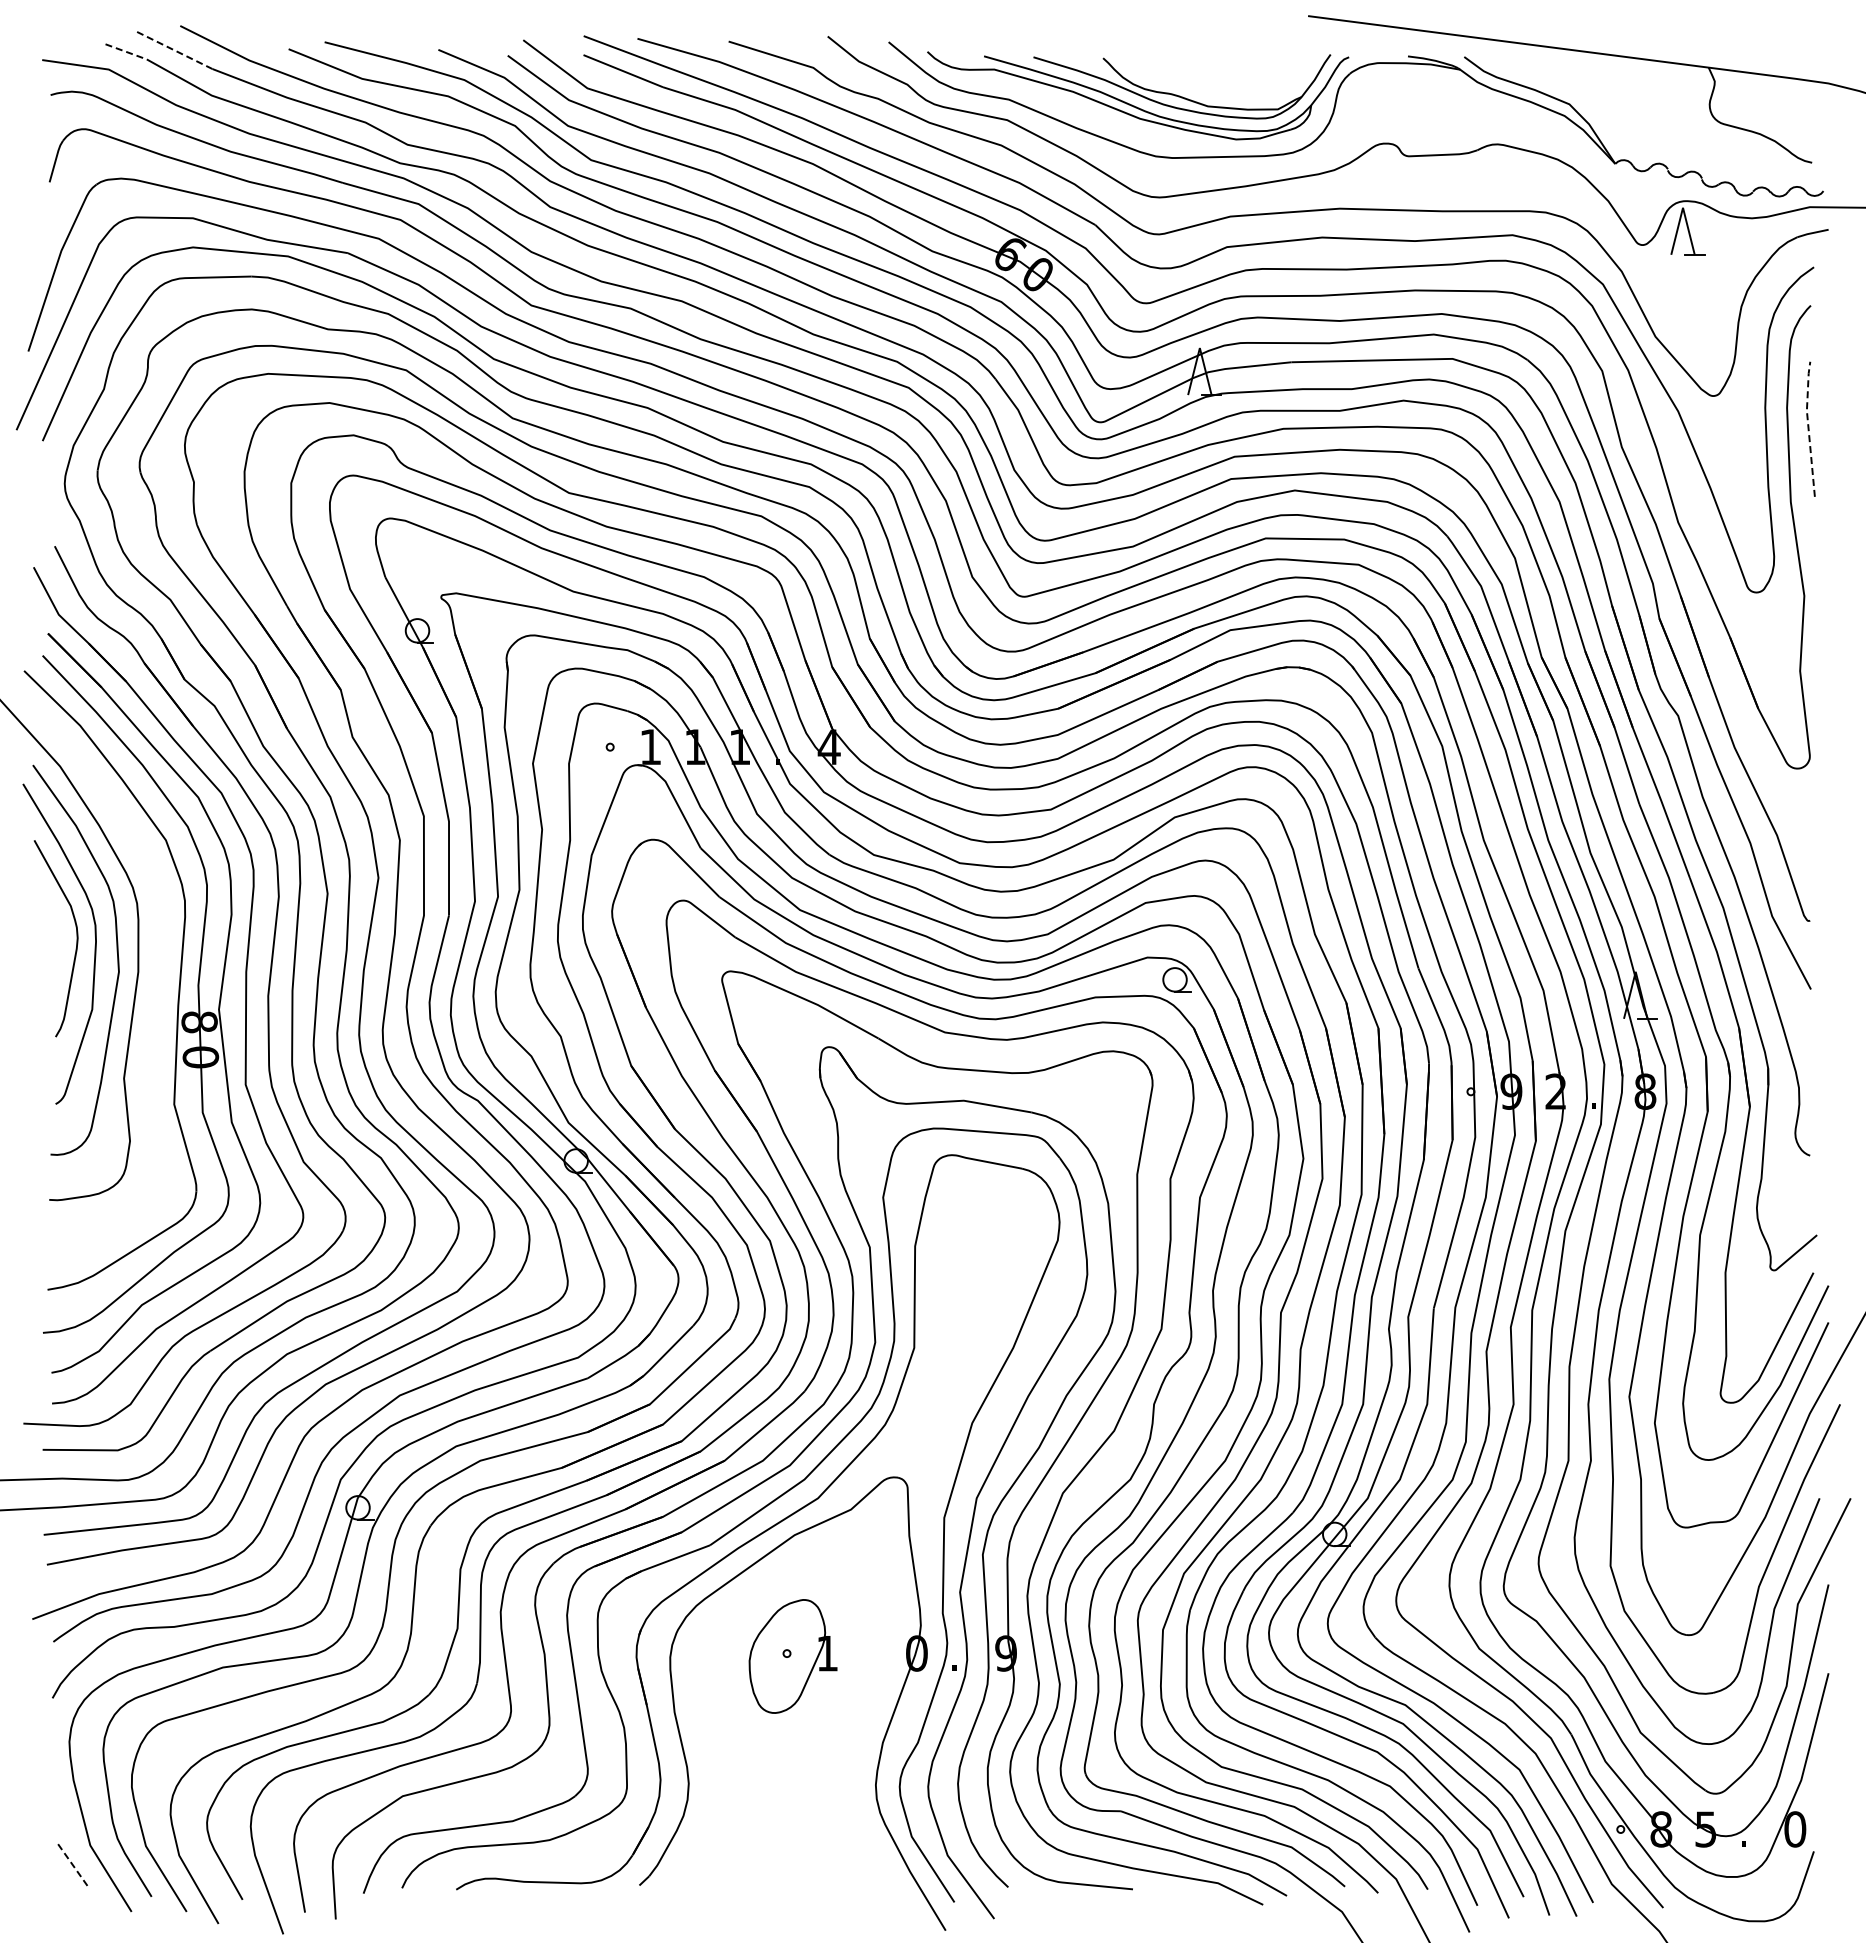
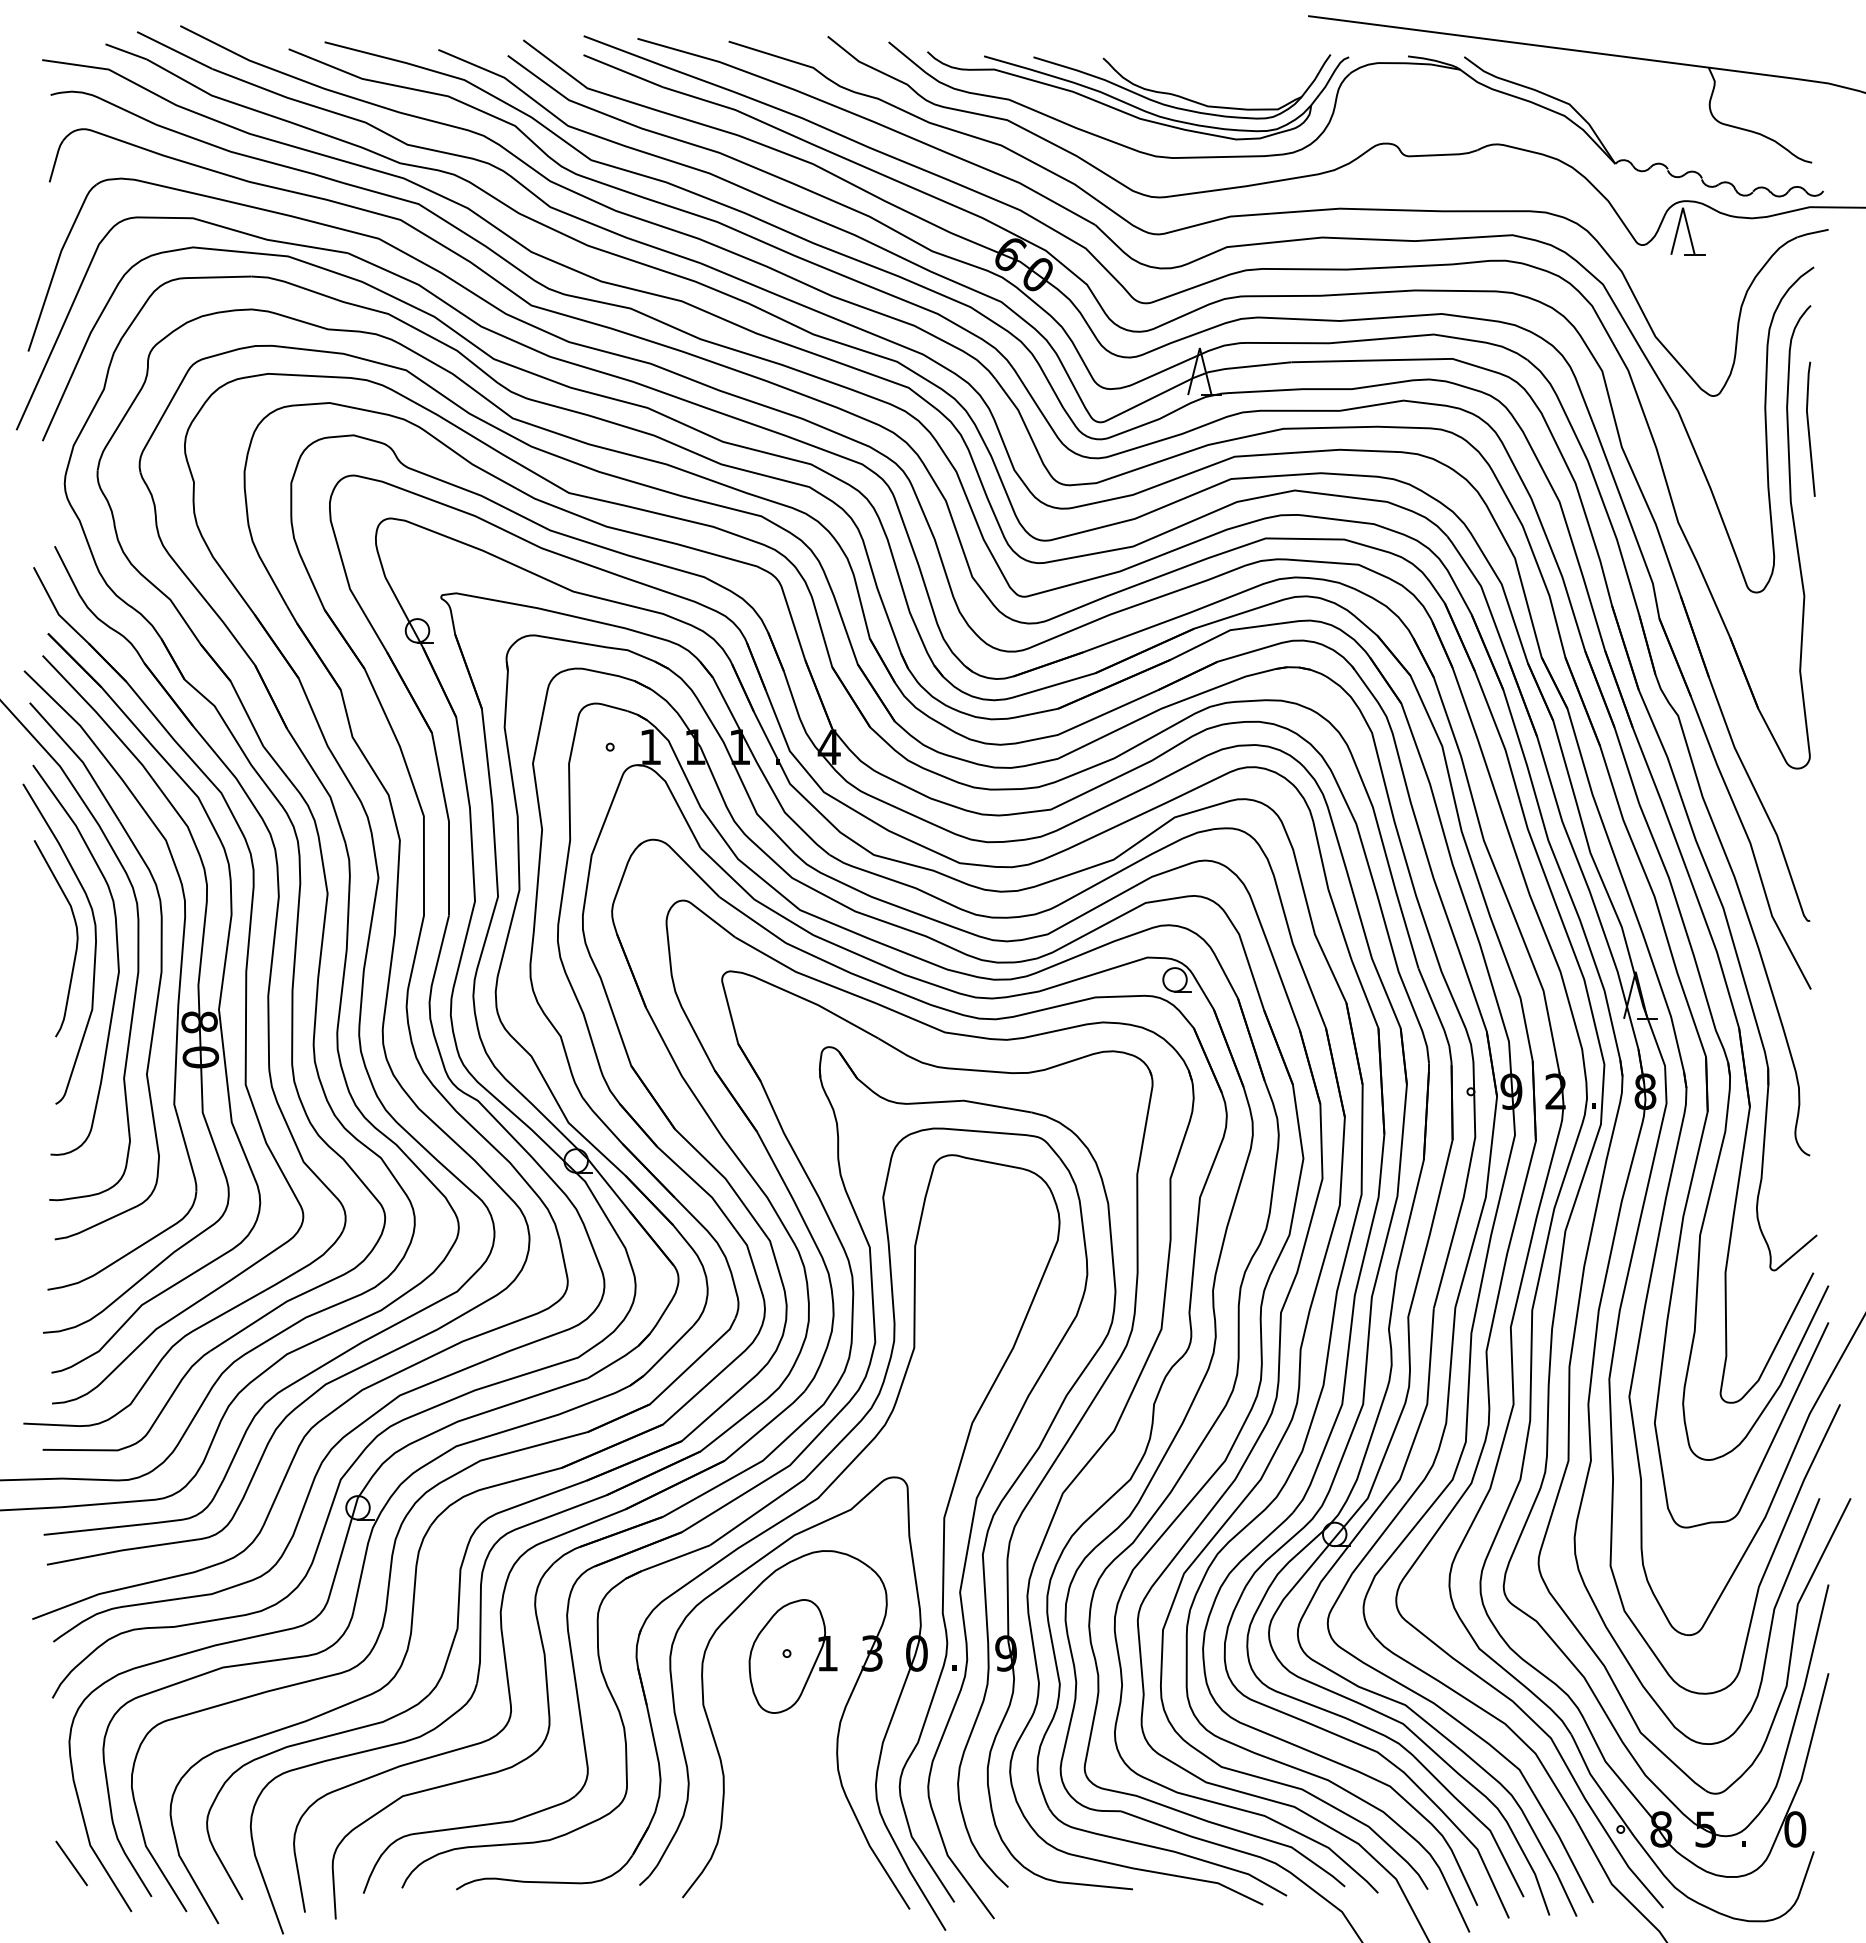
line at (174, 50): dashed -> solid
line at (126, 51): dashed -> solid
line at (1808, 427): dashed -> solid
part at (159, 977): none -> present
part at (836, 1738): none -> present
line at (71, 1863): dashed -> solid
